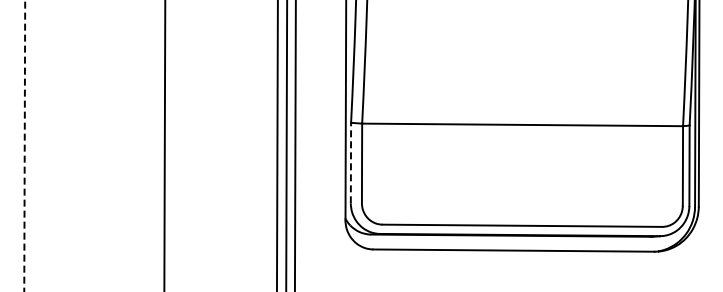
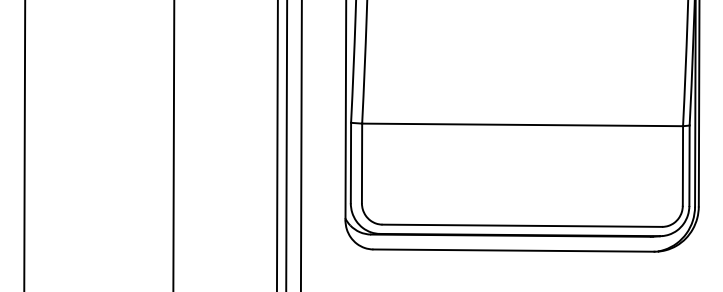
line at (164, 145) position: (164, 145) -> (173, 145)
line at (294, 145) position: (294, 145) -> (300, 145)
line at (24, 146): dashed -> solid
line at (350, 162): dashed -> solid
